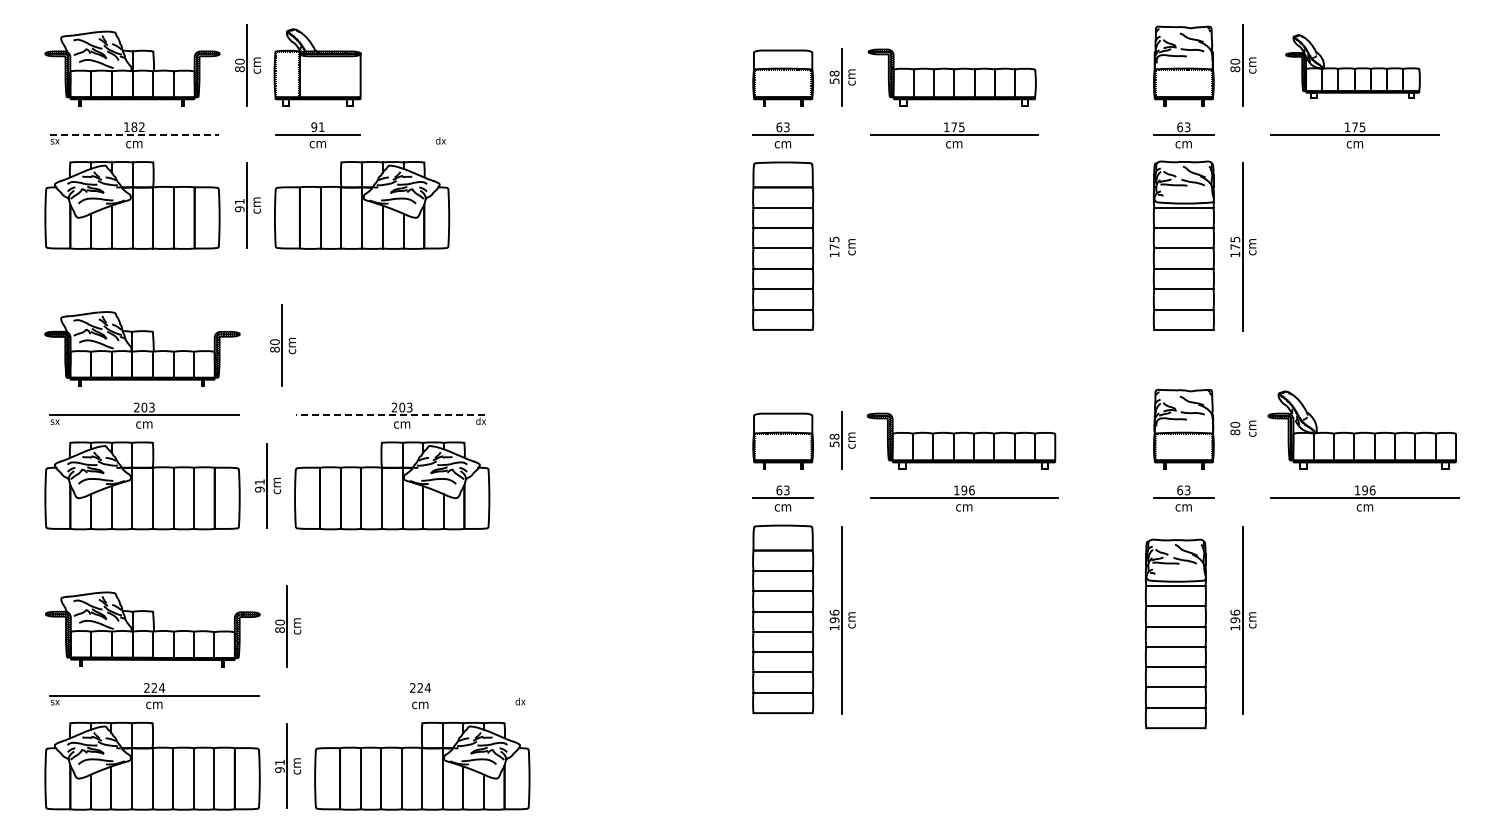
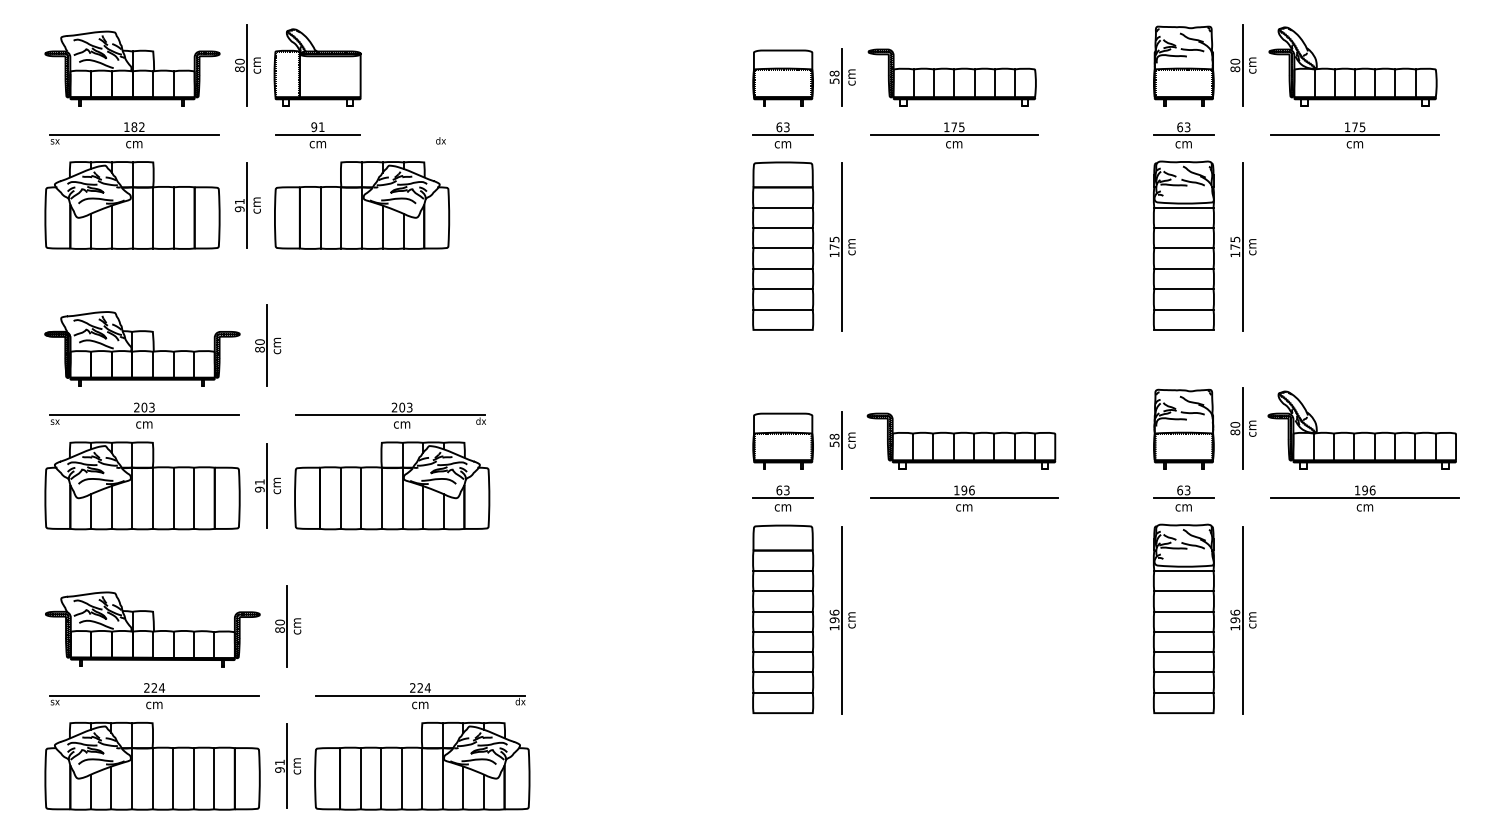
part at (1352, 66) size: 136x65 px -> 170x81 px
line at (134, 134): dashed -> solid
line at (841, 246): none -> present
part at (283, 345) position: (283, 345) -> (268, 345)
line at (389, 415): dashed -> solid
line at (1242, 428): none -> present
part at (1175, 633) position: (1175, 633) -> (1183, 618)
line at (420, 695): none -> present
